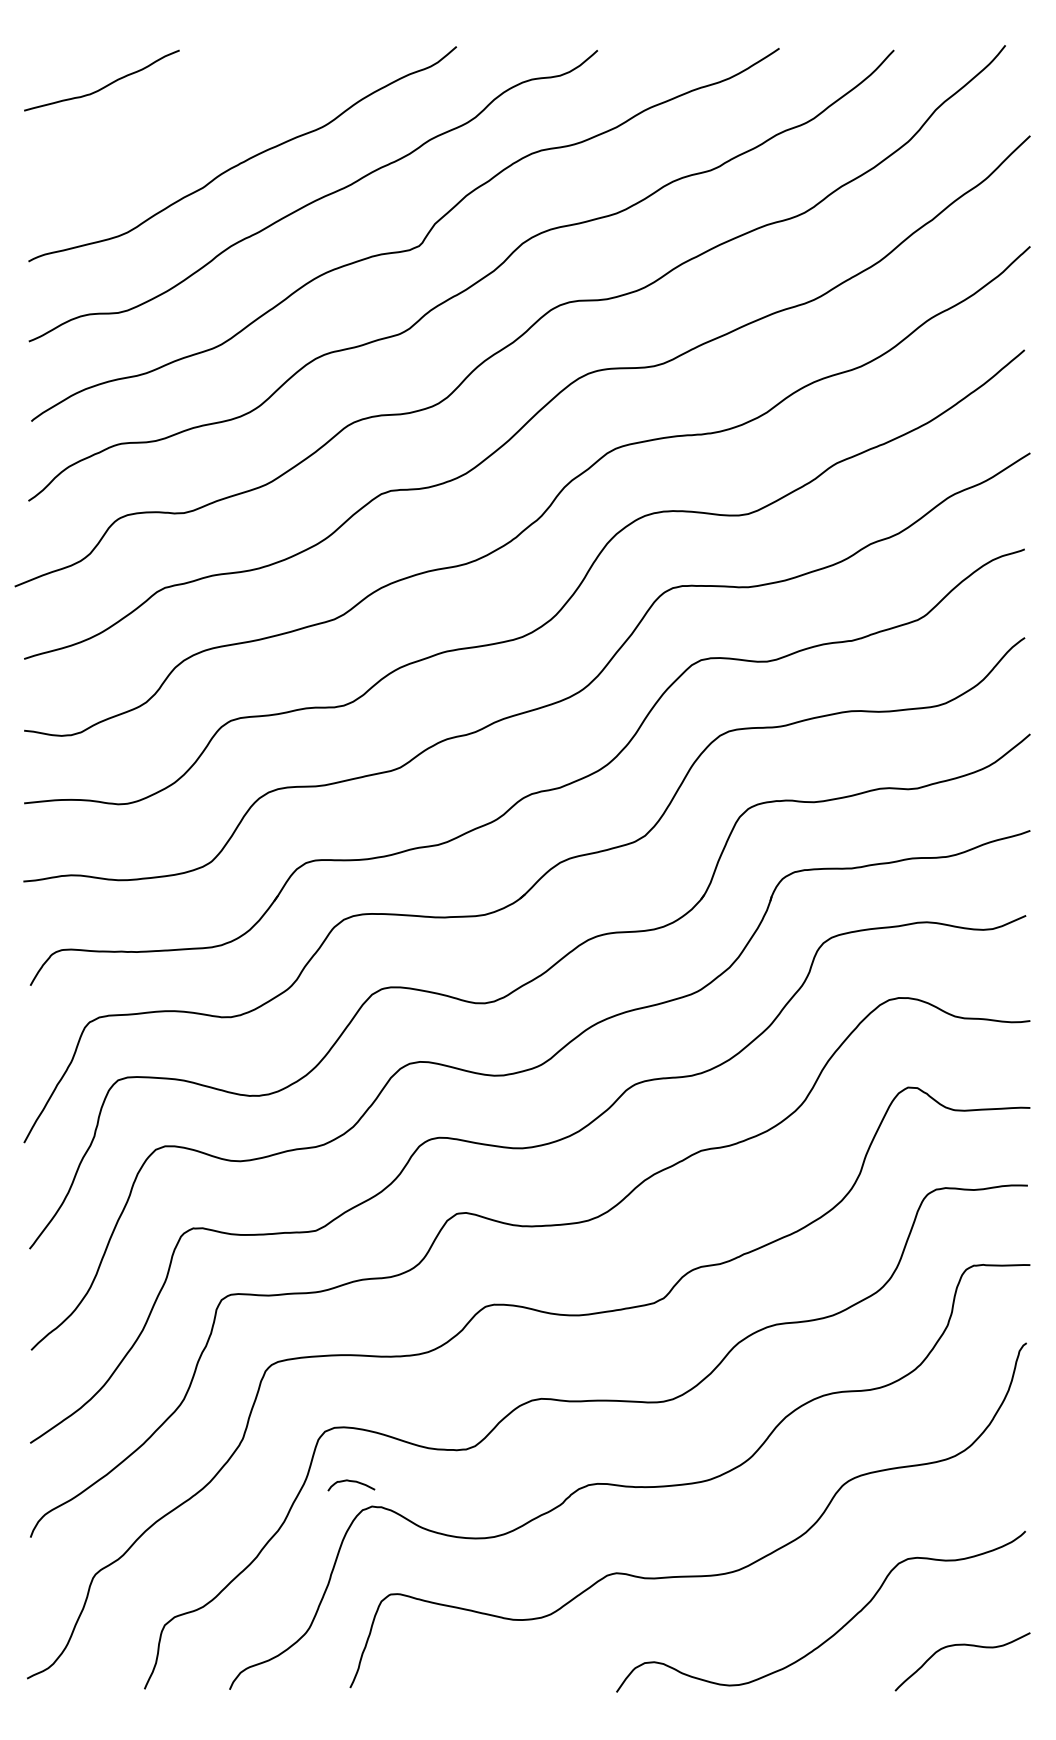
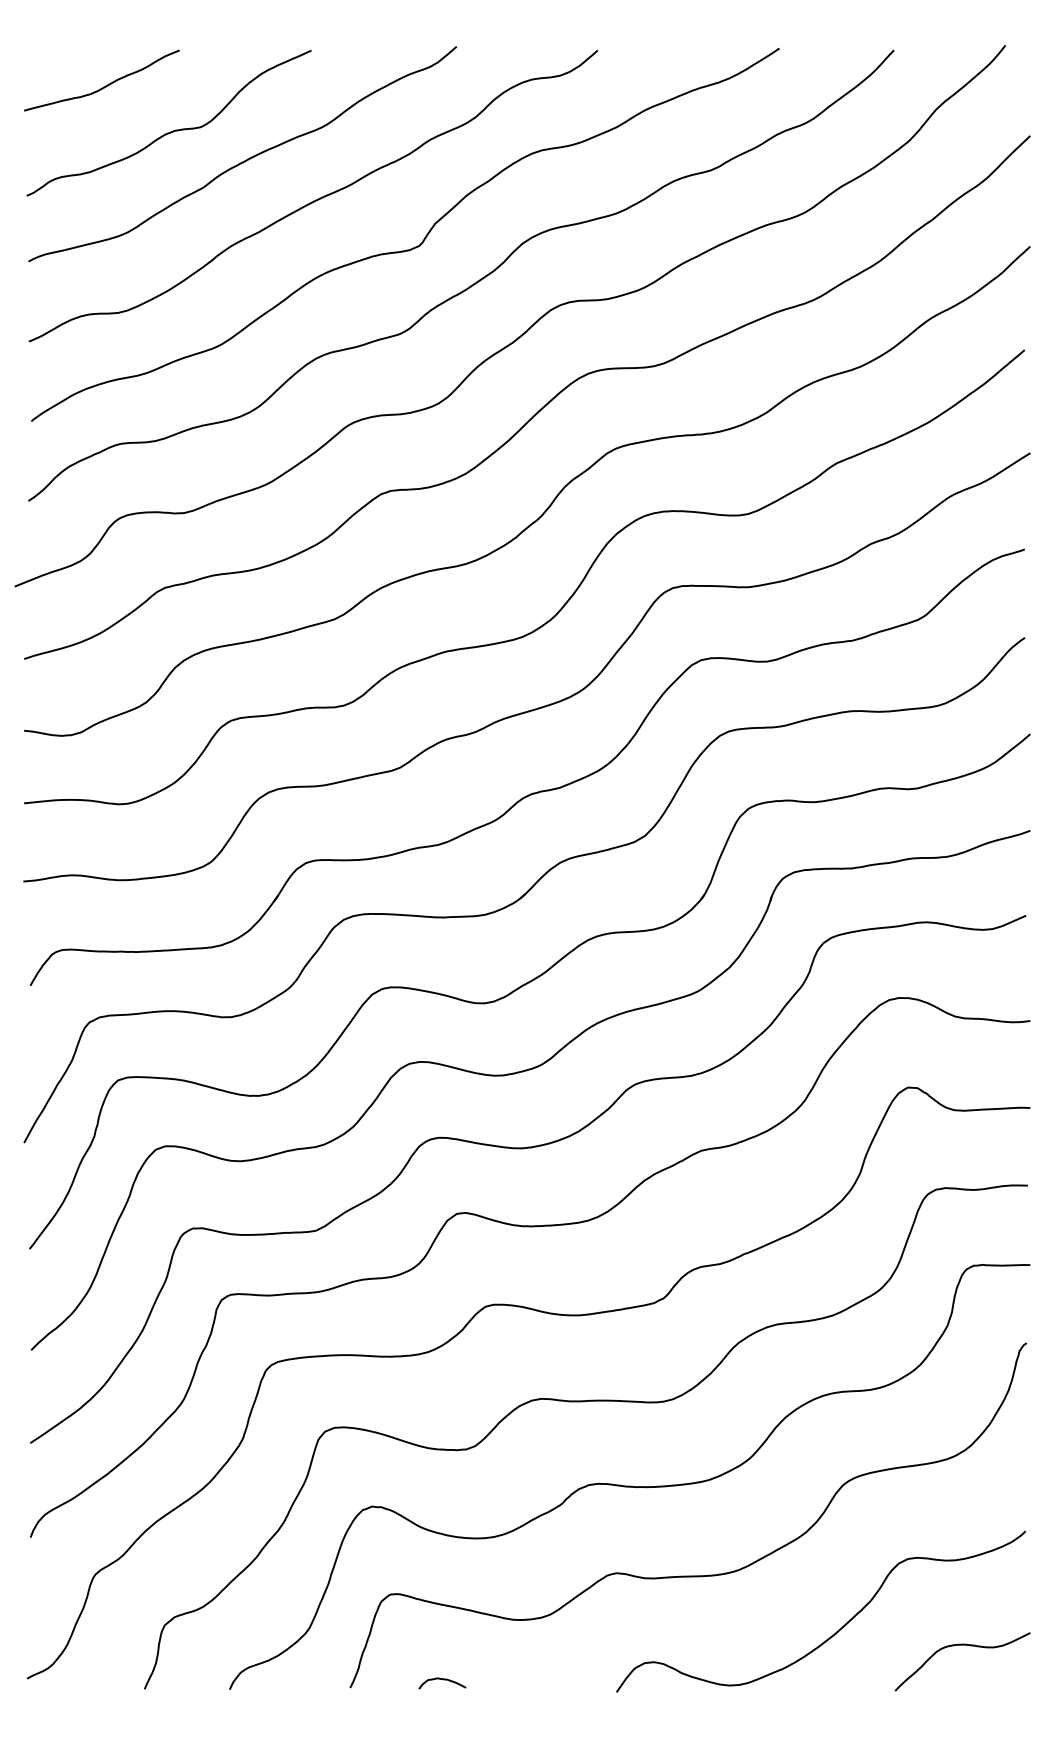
curve at (172, 130): none -> present
curve at (352, 1482) position: (352, 1482) -> (443, 1680)
